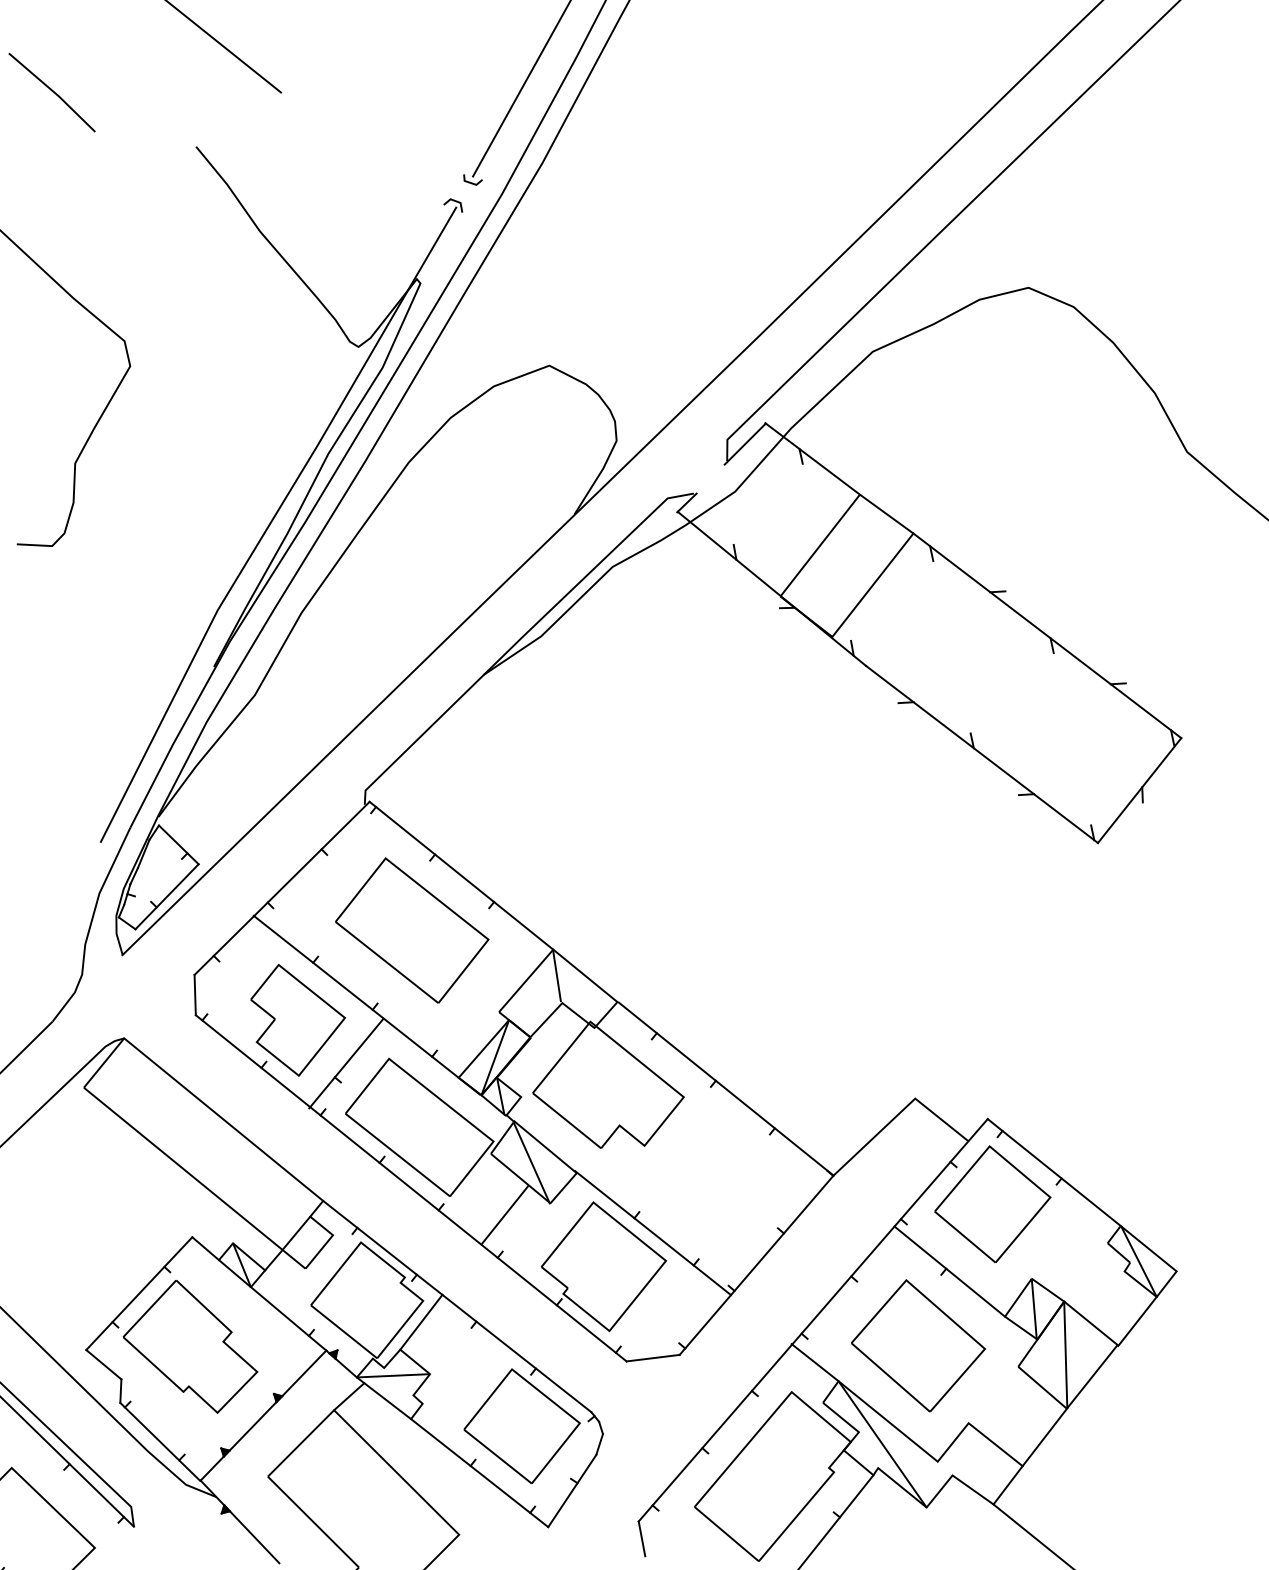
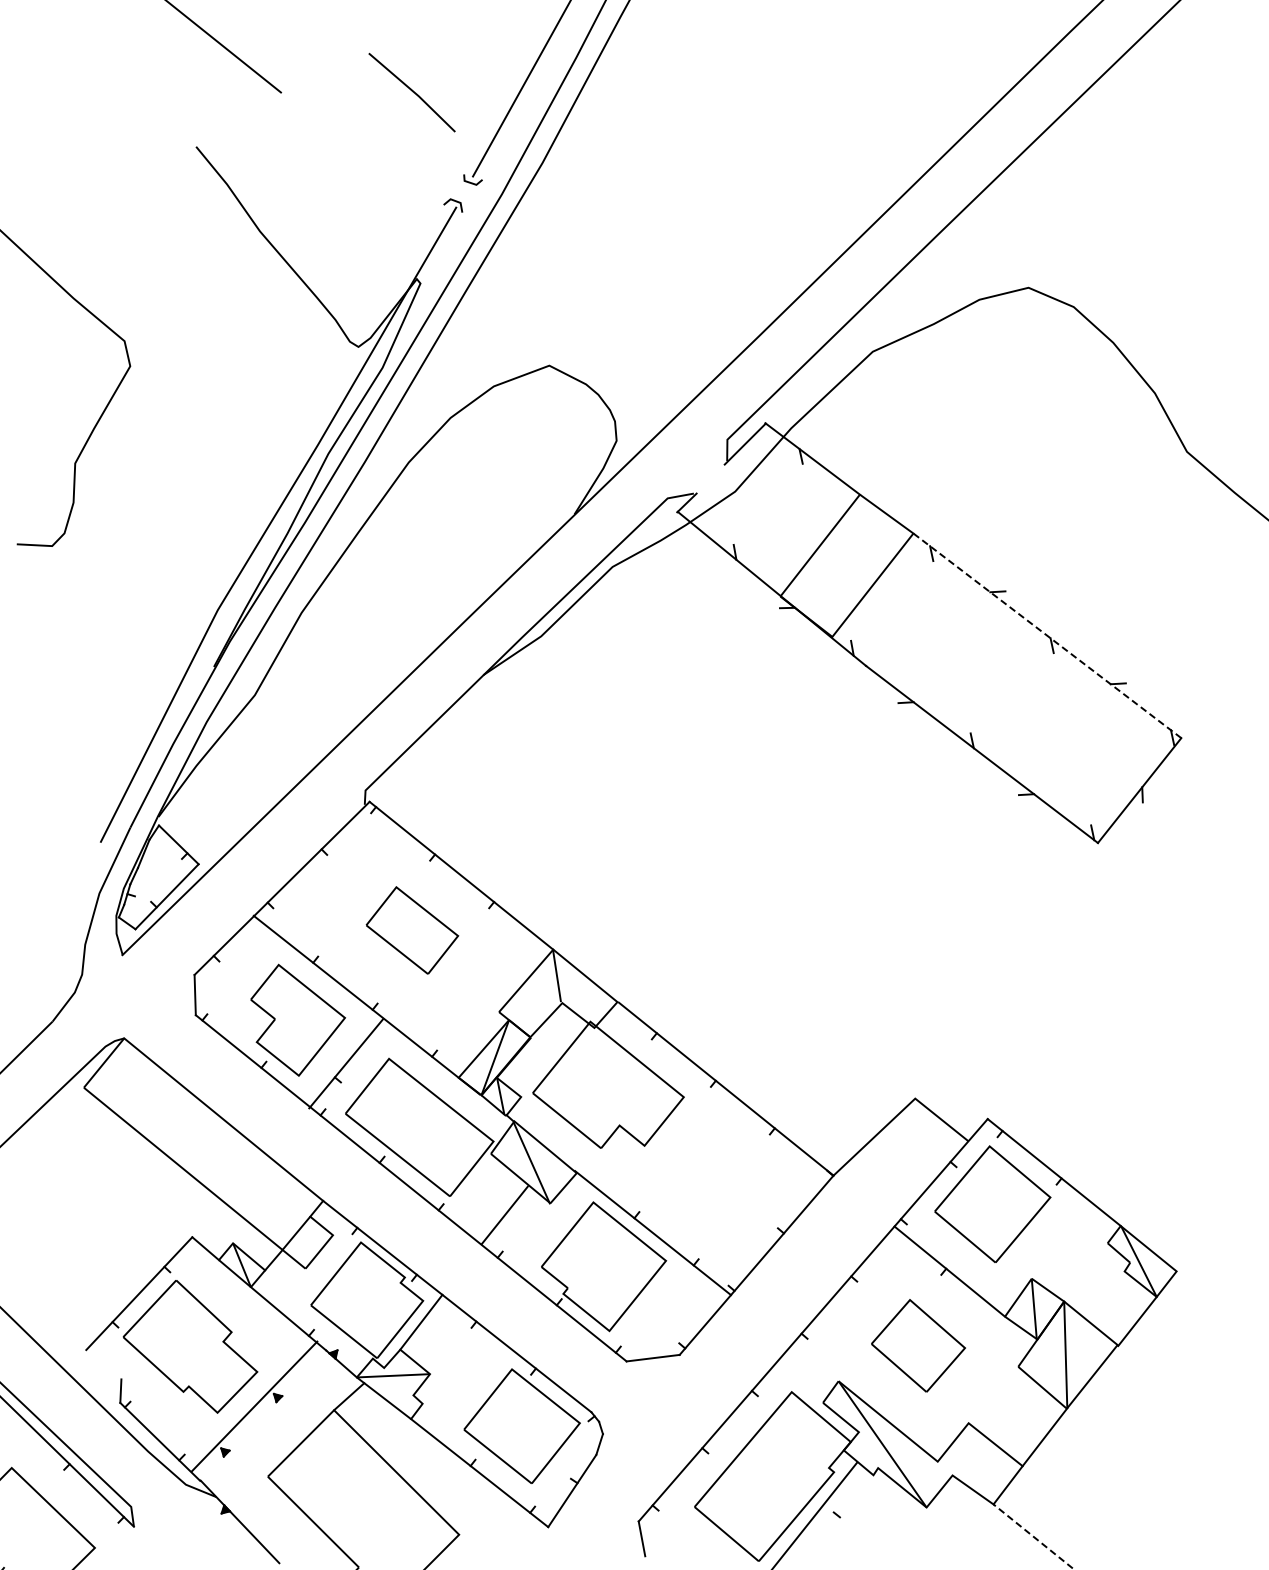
line at (51, 91) position: (51, 91) -> (411, 91)
line at (1047, 635): solid -> dashed
part at (412, 930) size: 155x147 px -> 95x89 px
part at (918, 1345) size: 135x134 px -> 95x94 px
line at (814, 1362): present -> none
line at (103, 1364): present -> none
line at (263, 1415) position: (263, 1415) -> (254, 1406)
line at (837, 1520) position: (837, 1520) -> (815, 1514)
line at (1033, 1537): solid -> dashed
